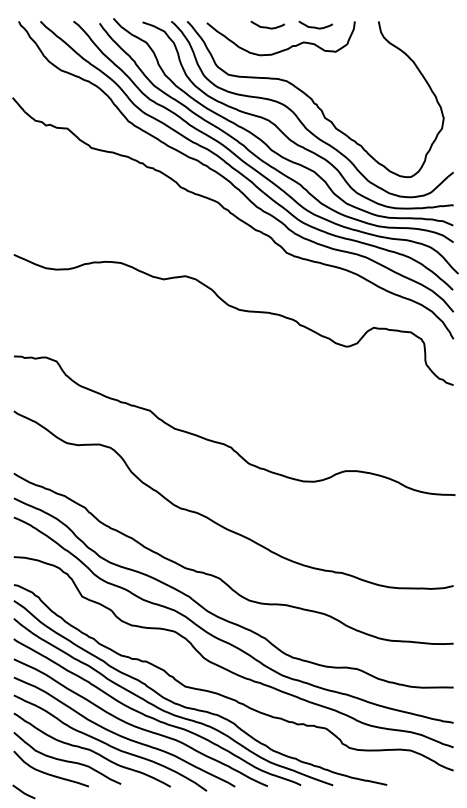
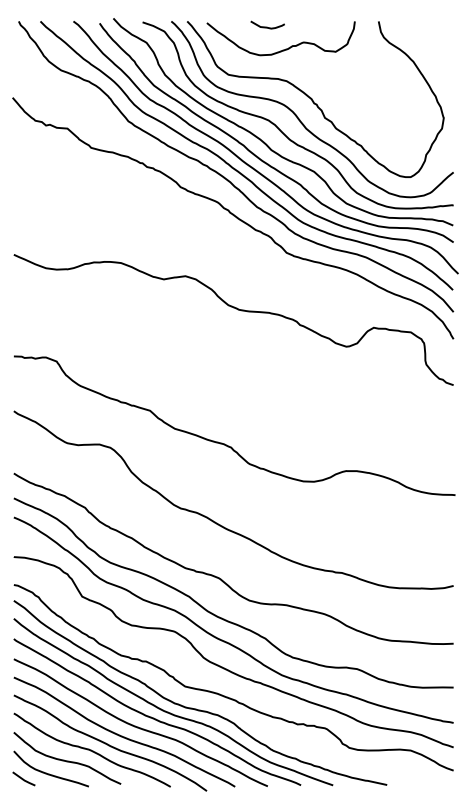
curve at (315, 26): present -> none
line at (23, 791) position: (23, 791) -> (23, 778)
